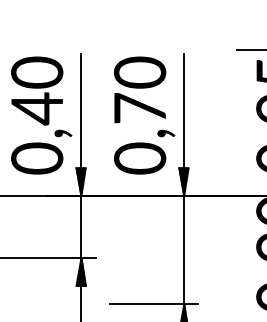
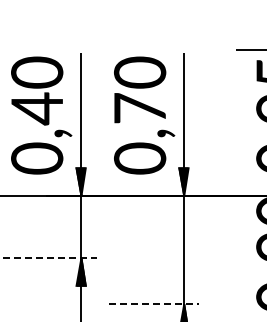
line at (48, 258): solid -> dashed
line at (154, 304): solid -> dashed
